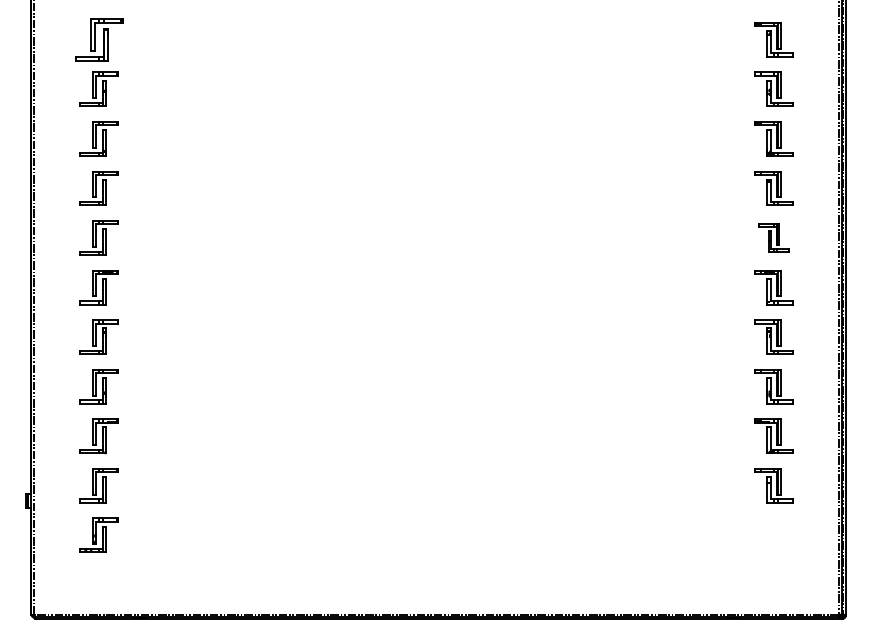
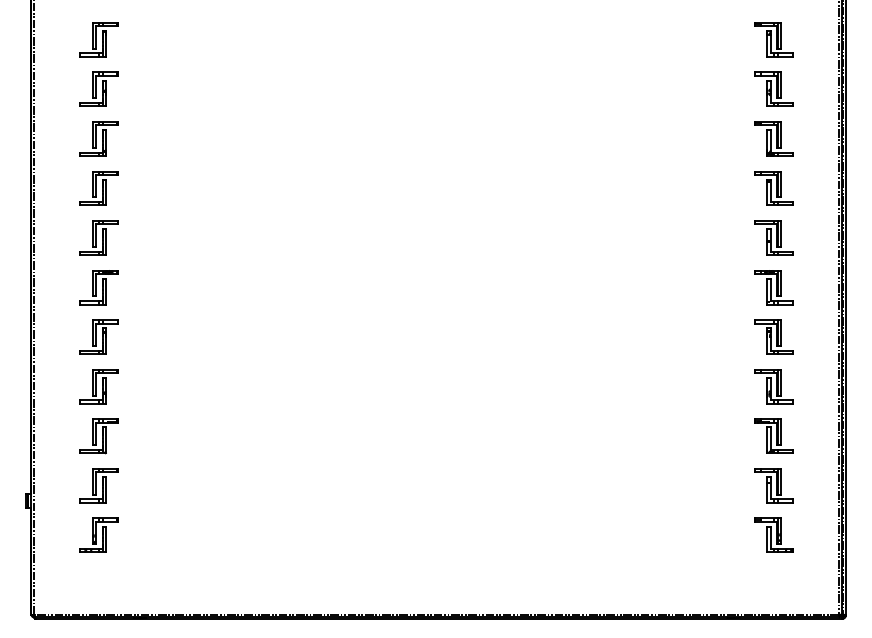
part at (99, 39) size: 49x44 px -> 40x36 px
part at (773, 237) size: 32x30 px -> 40x36 px
part at (773, 534): none -> present
